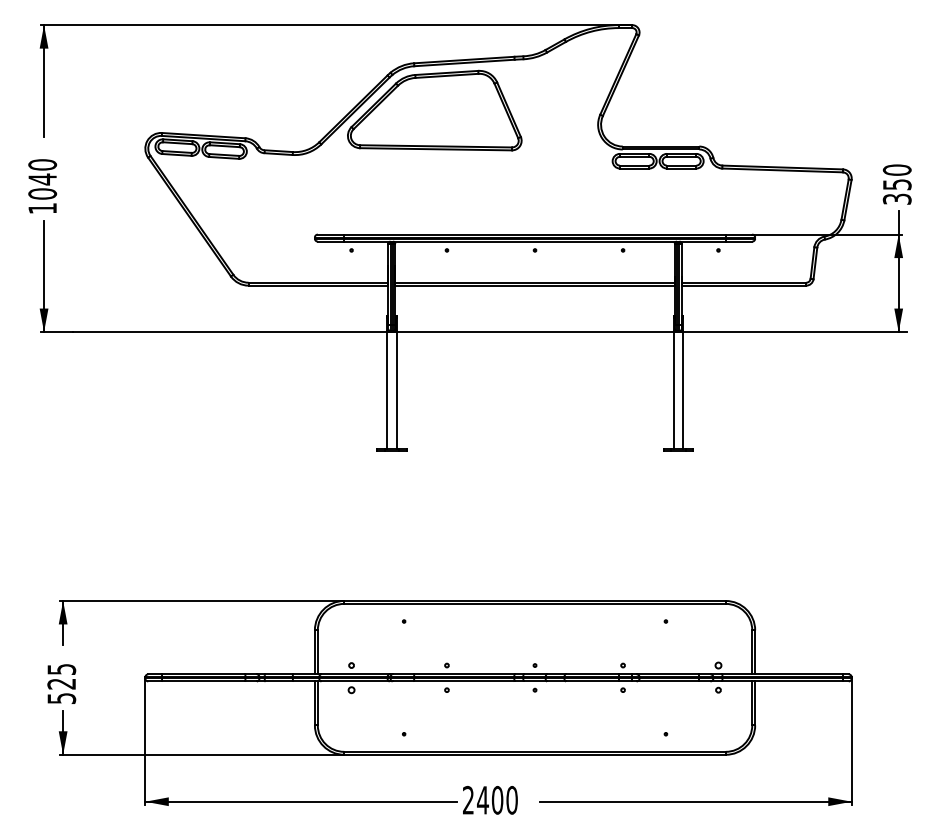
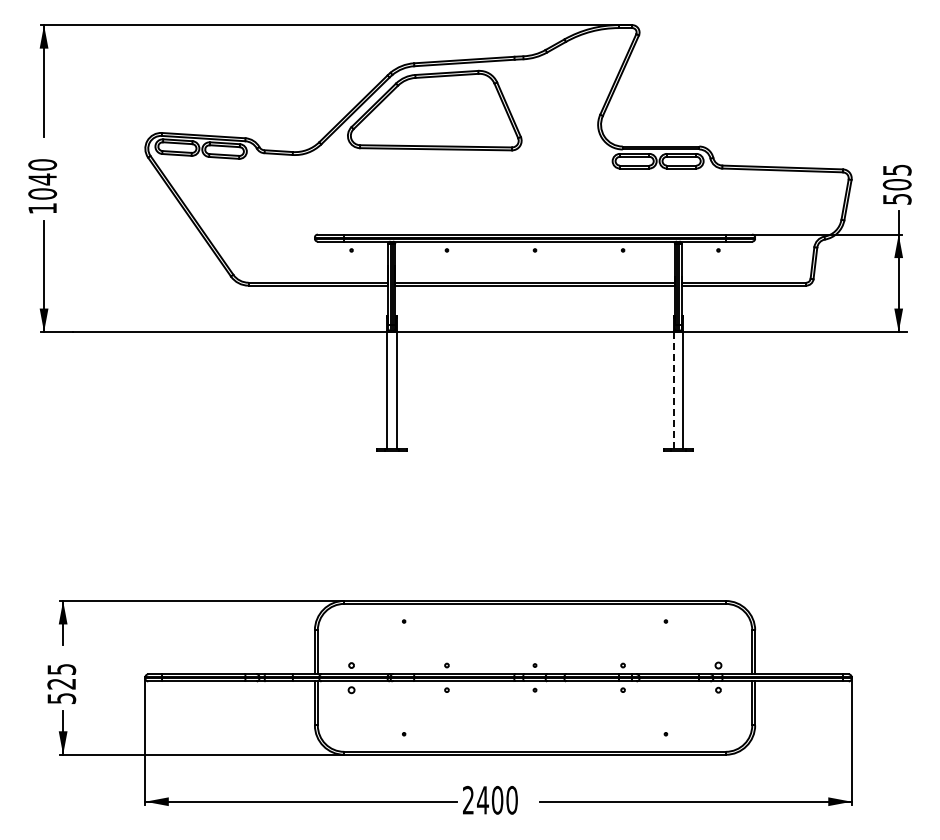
text at (896, 184): 350 -> 505
line at (673, 390): solid -> dashed
